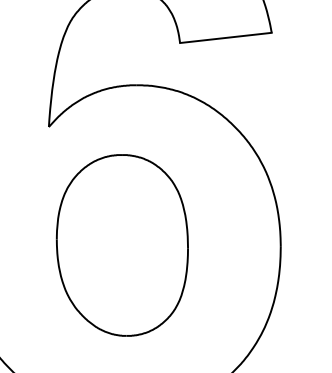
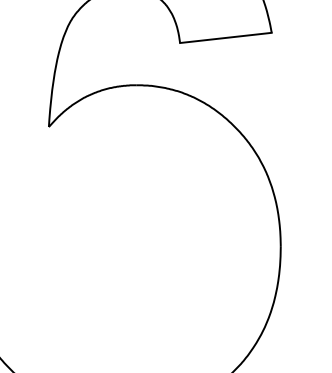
part at (121, 245): present -> none
